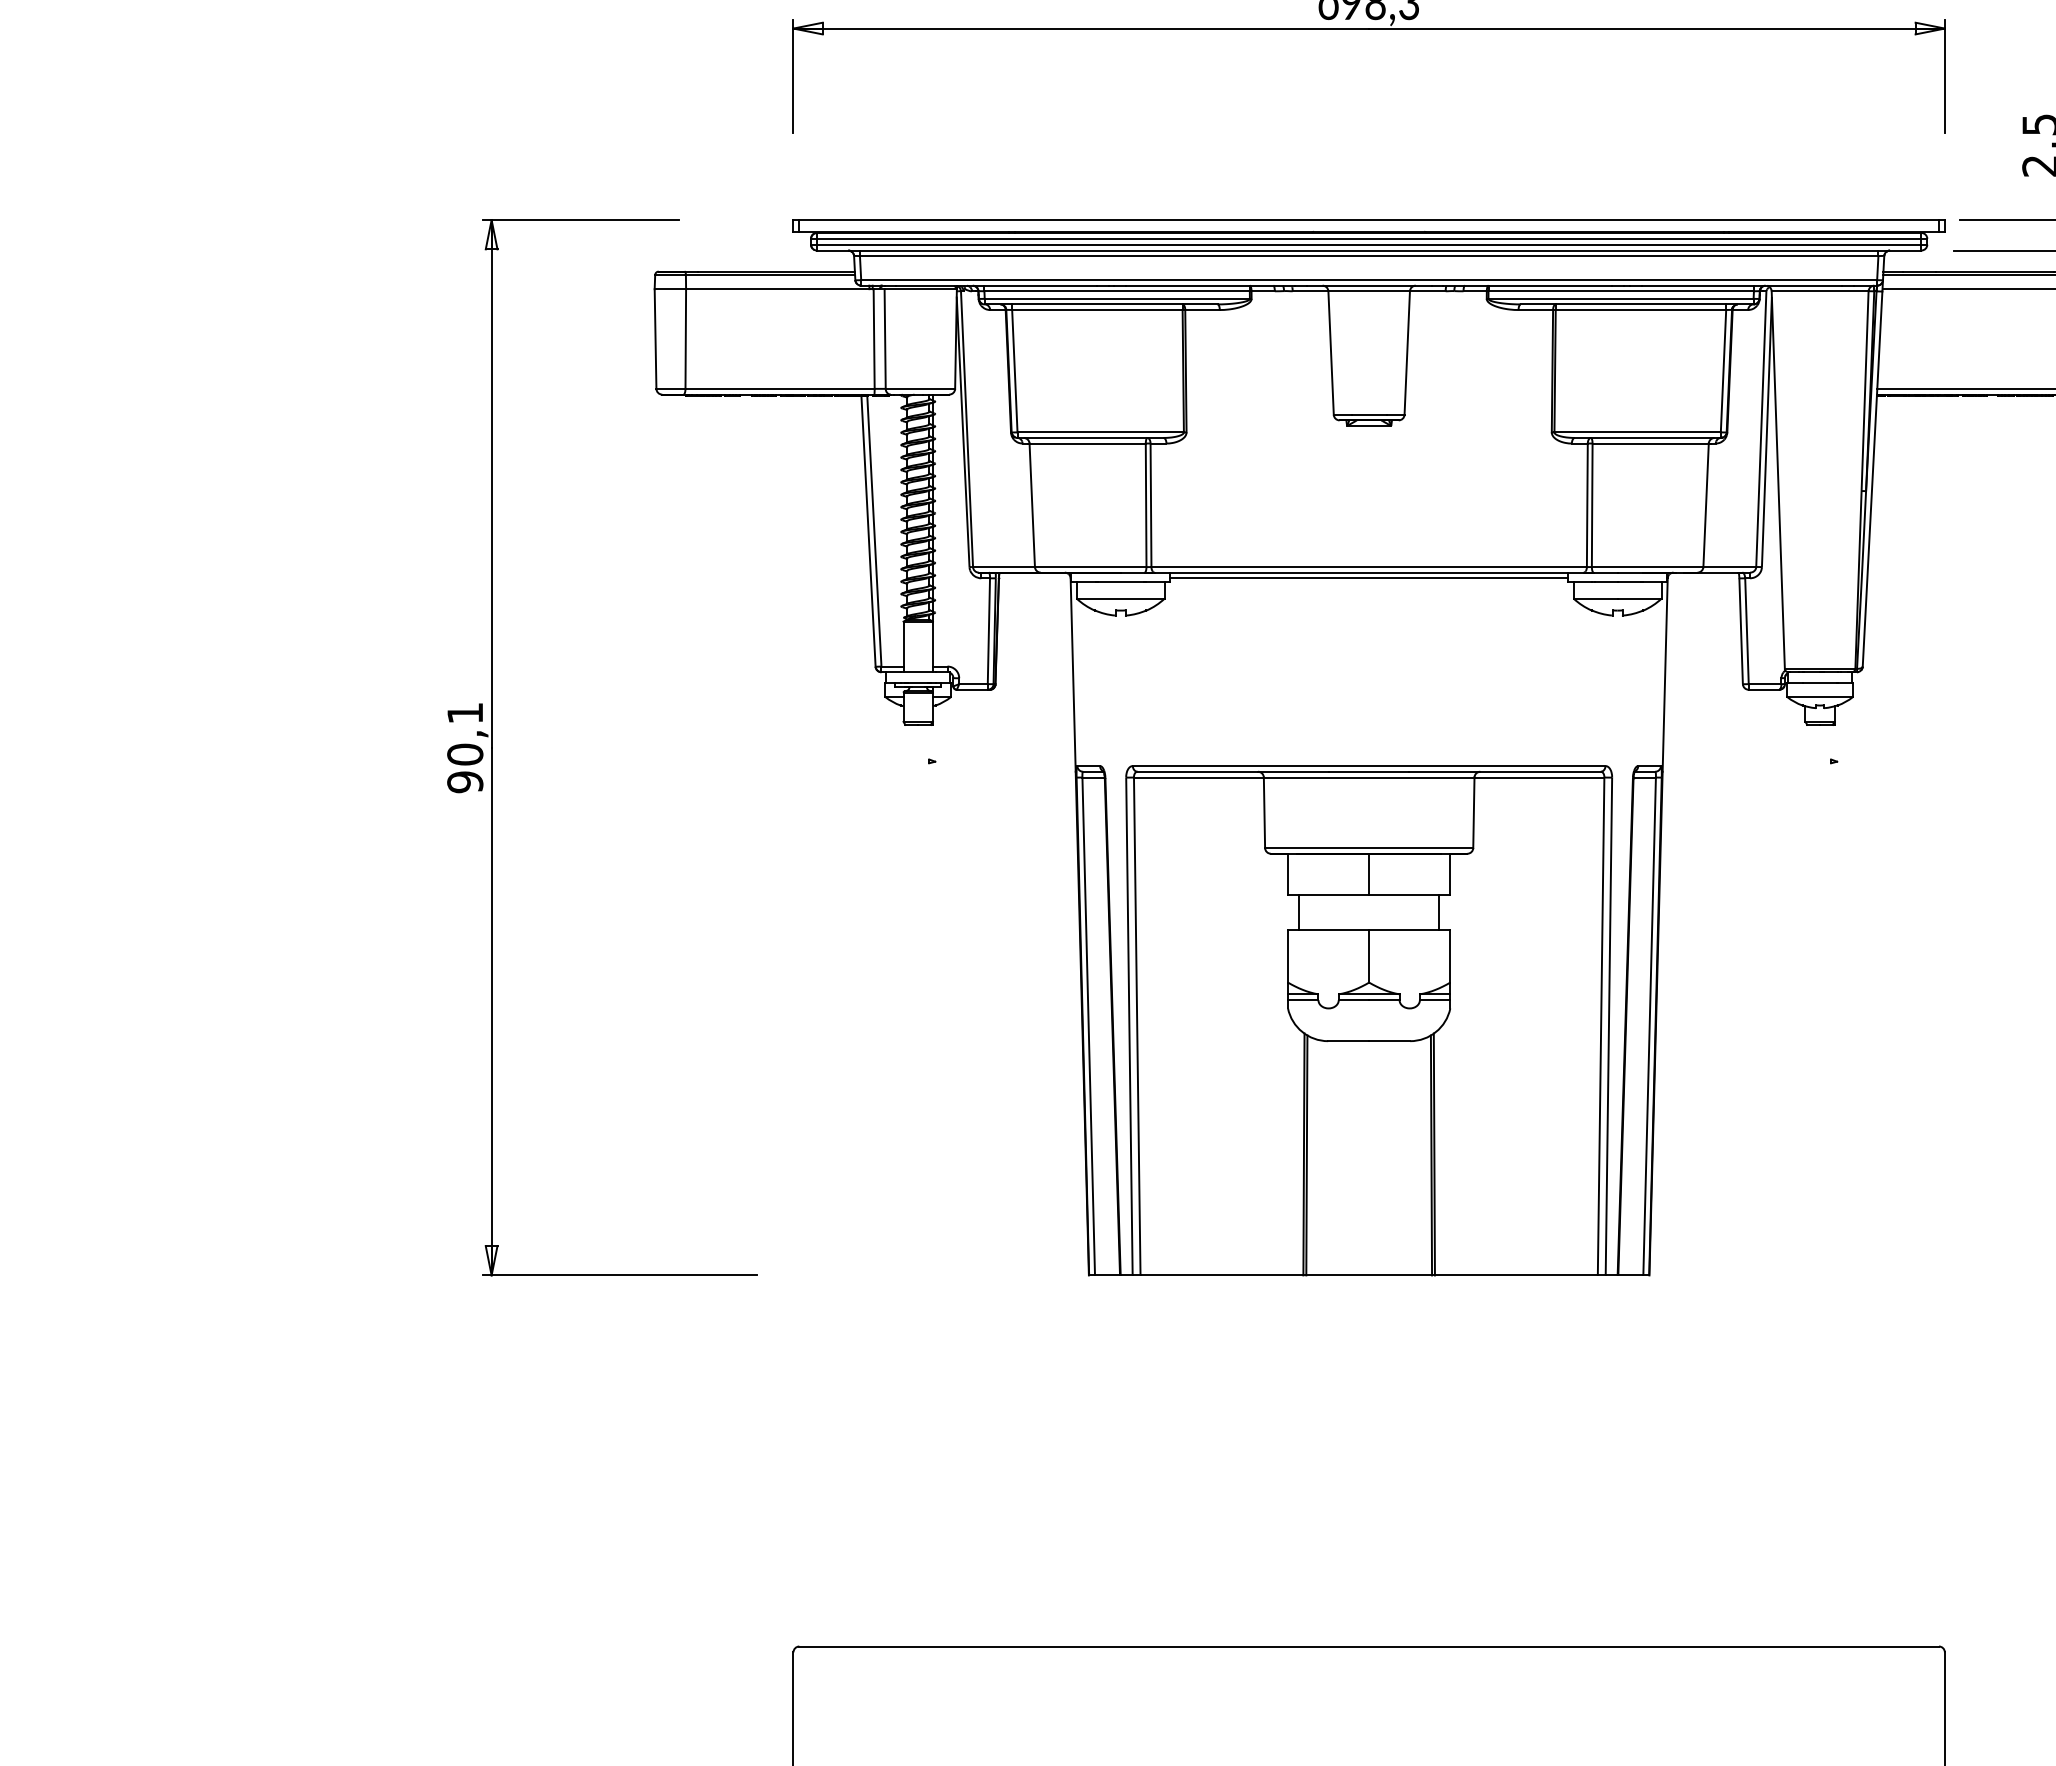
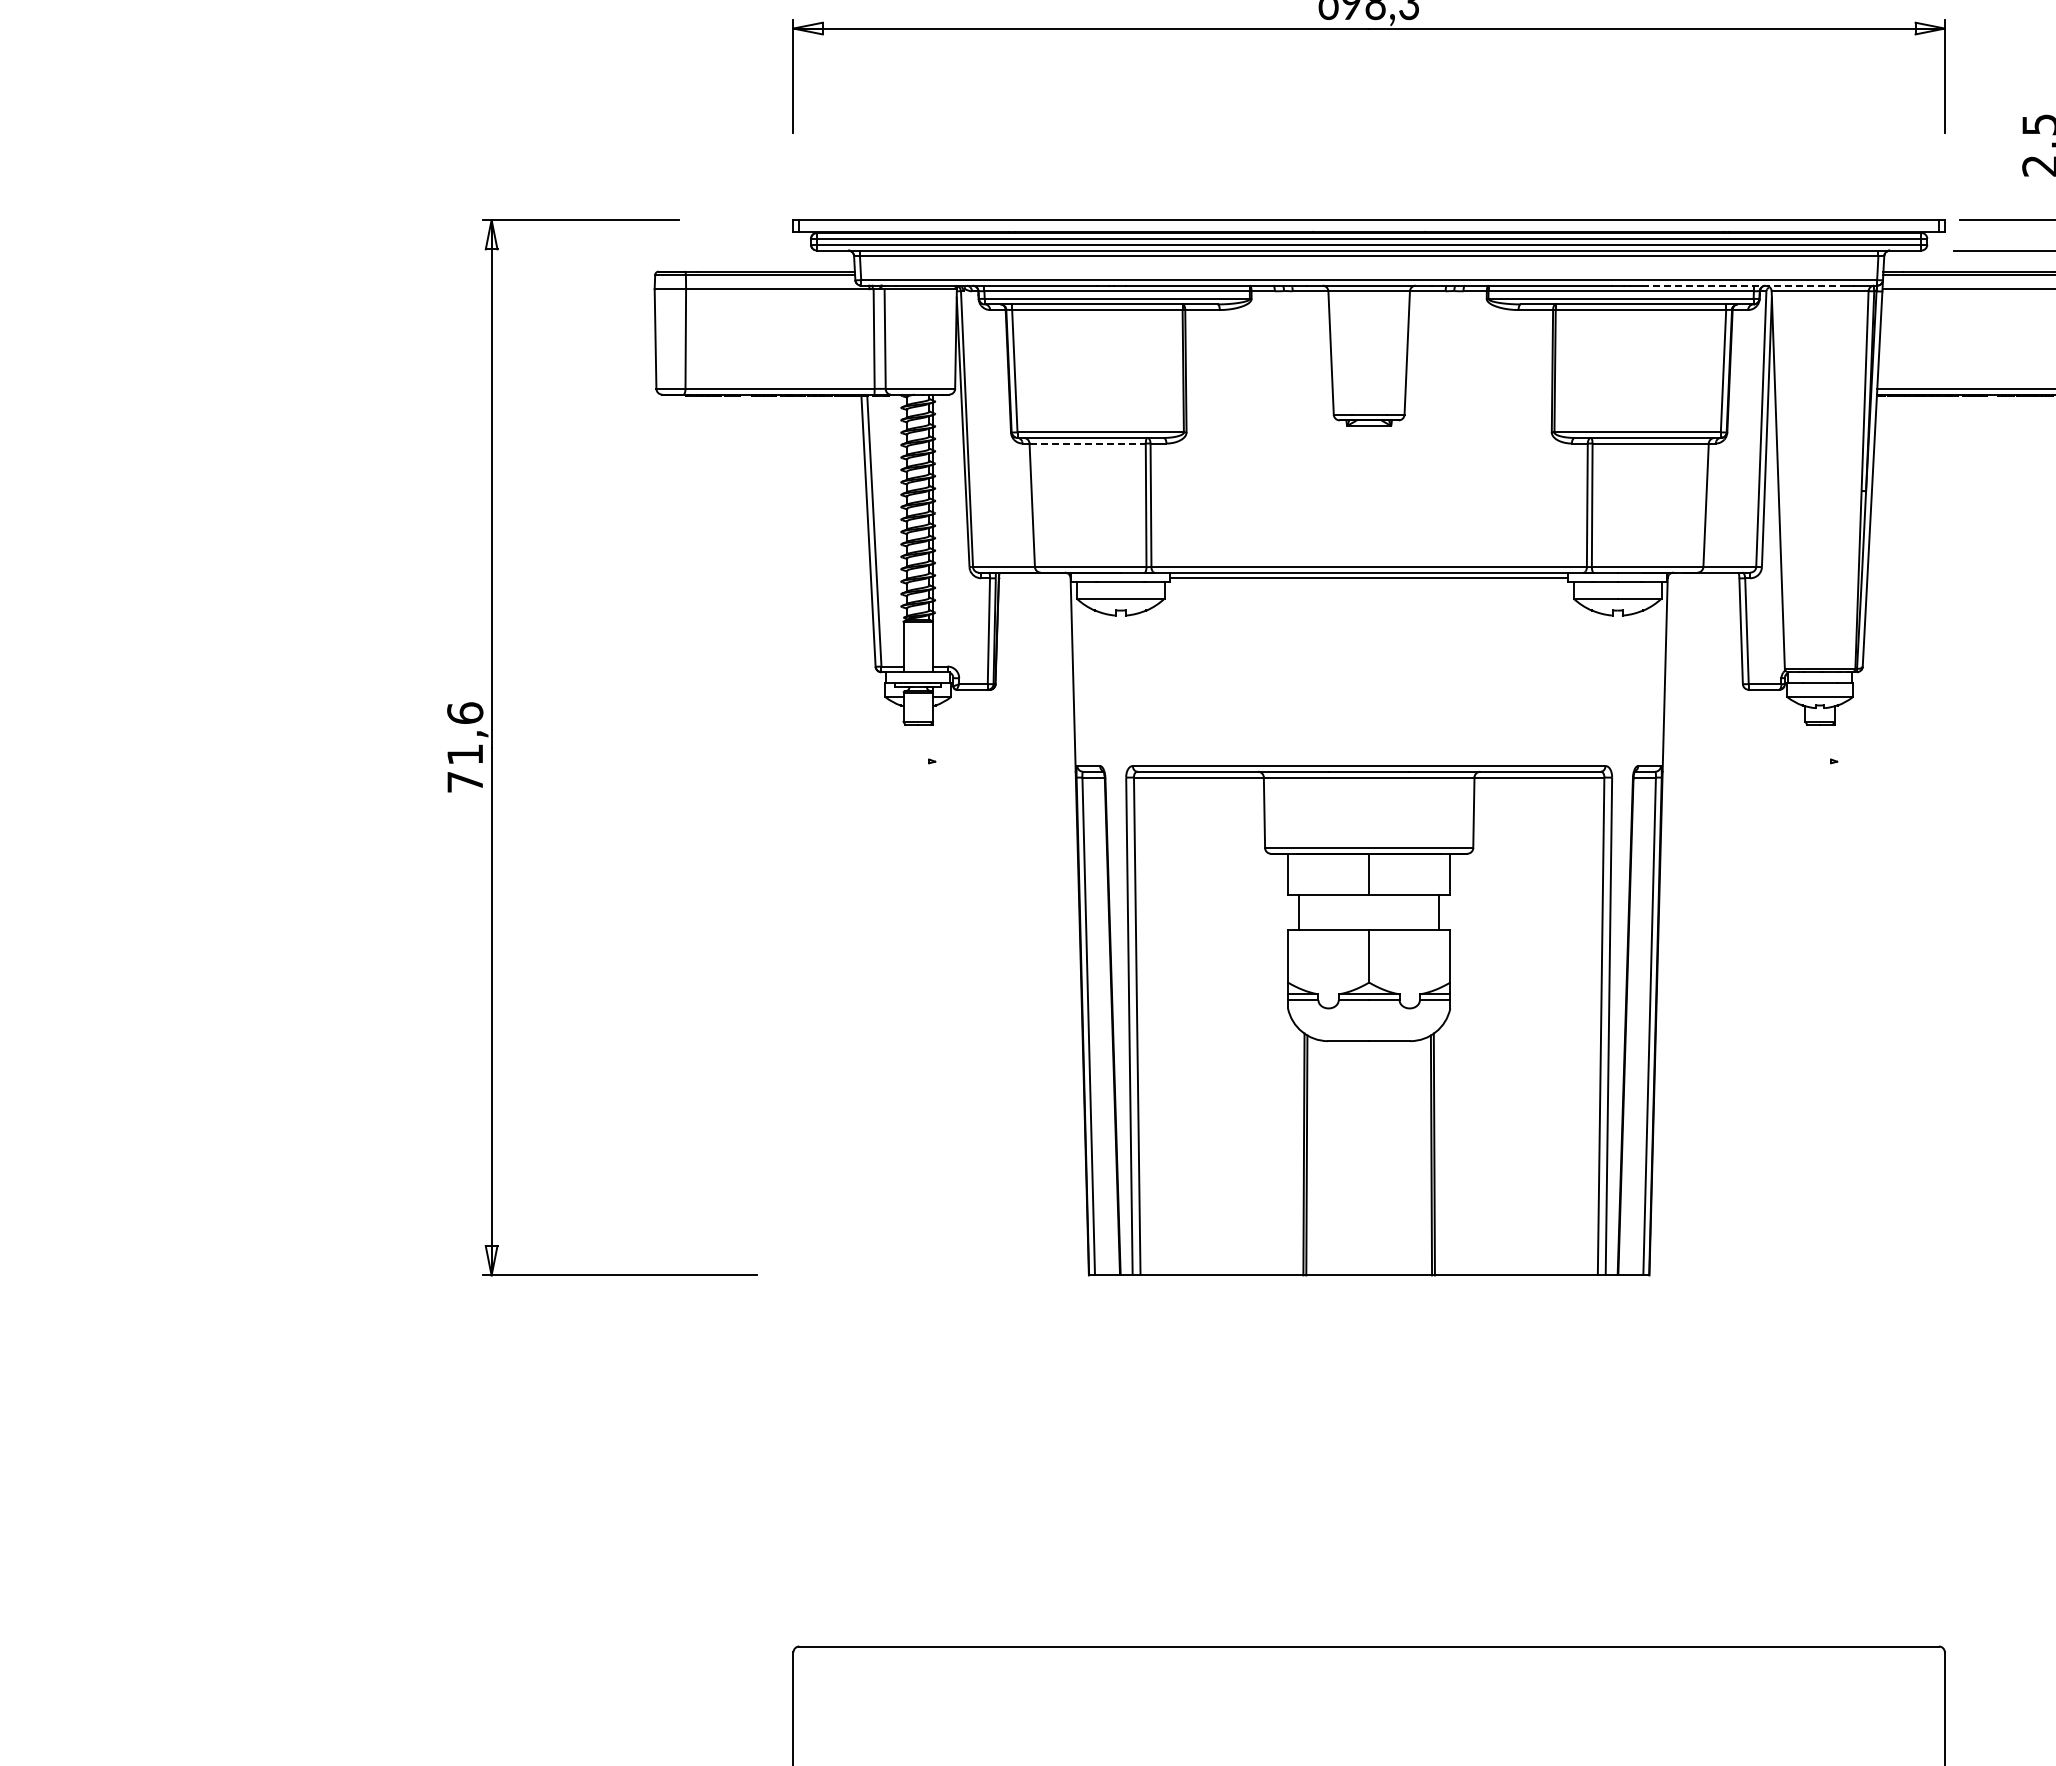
line at (1742, 285): solid -> dashed
line at (1088, 443): solid -> dashed
text at (465, 747): 90,1 -> 71,6
